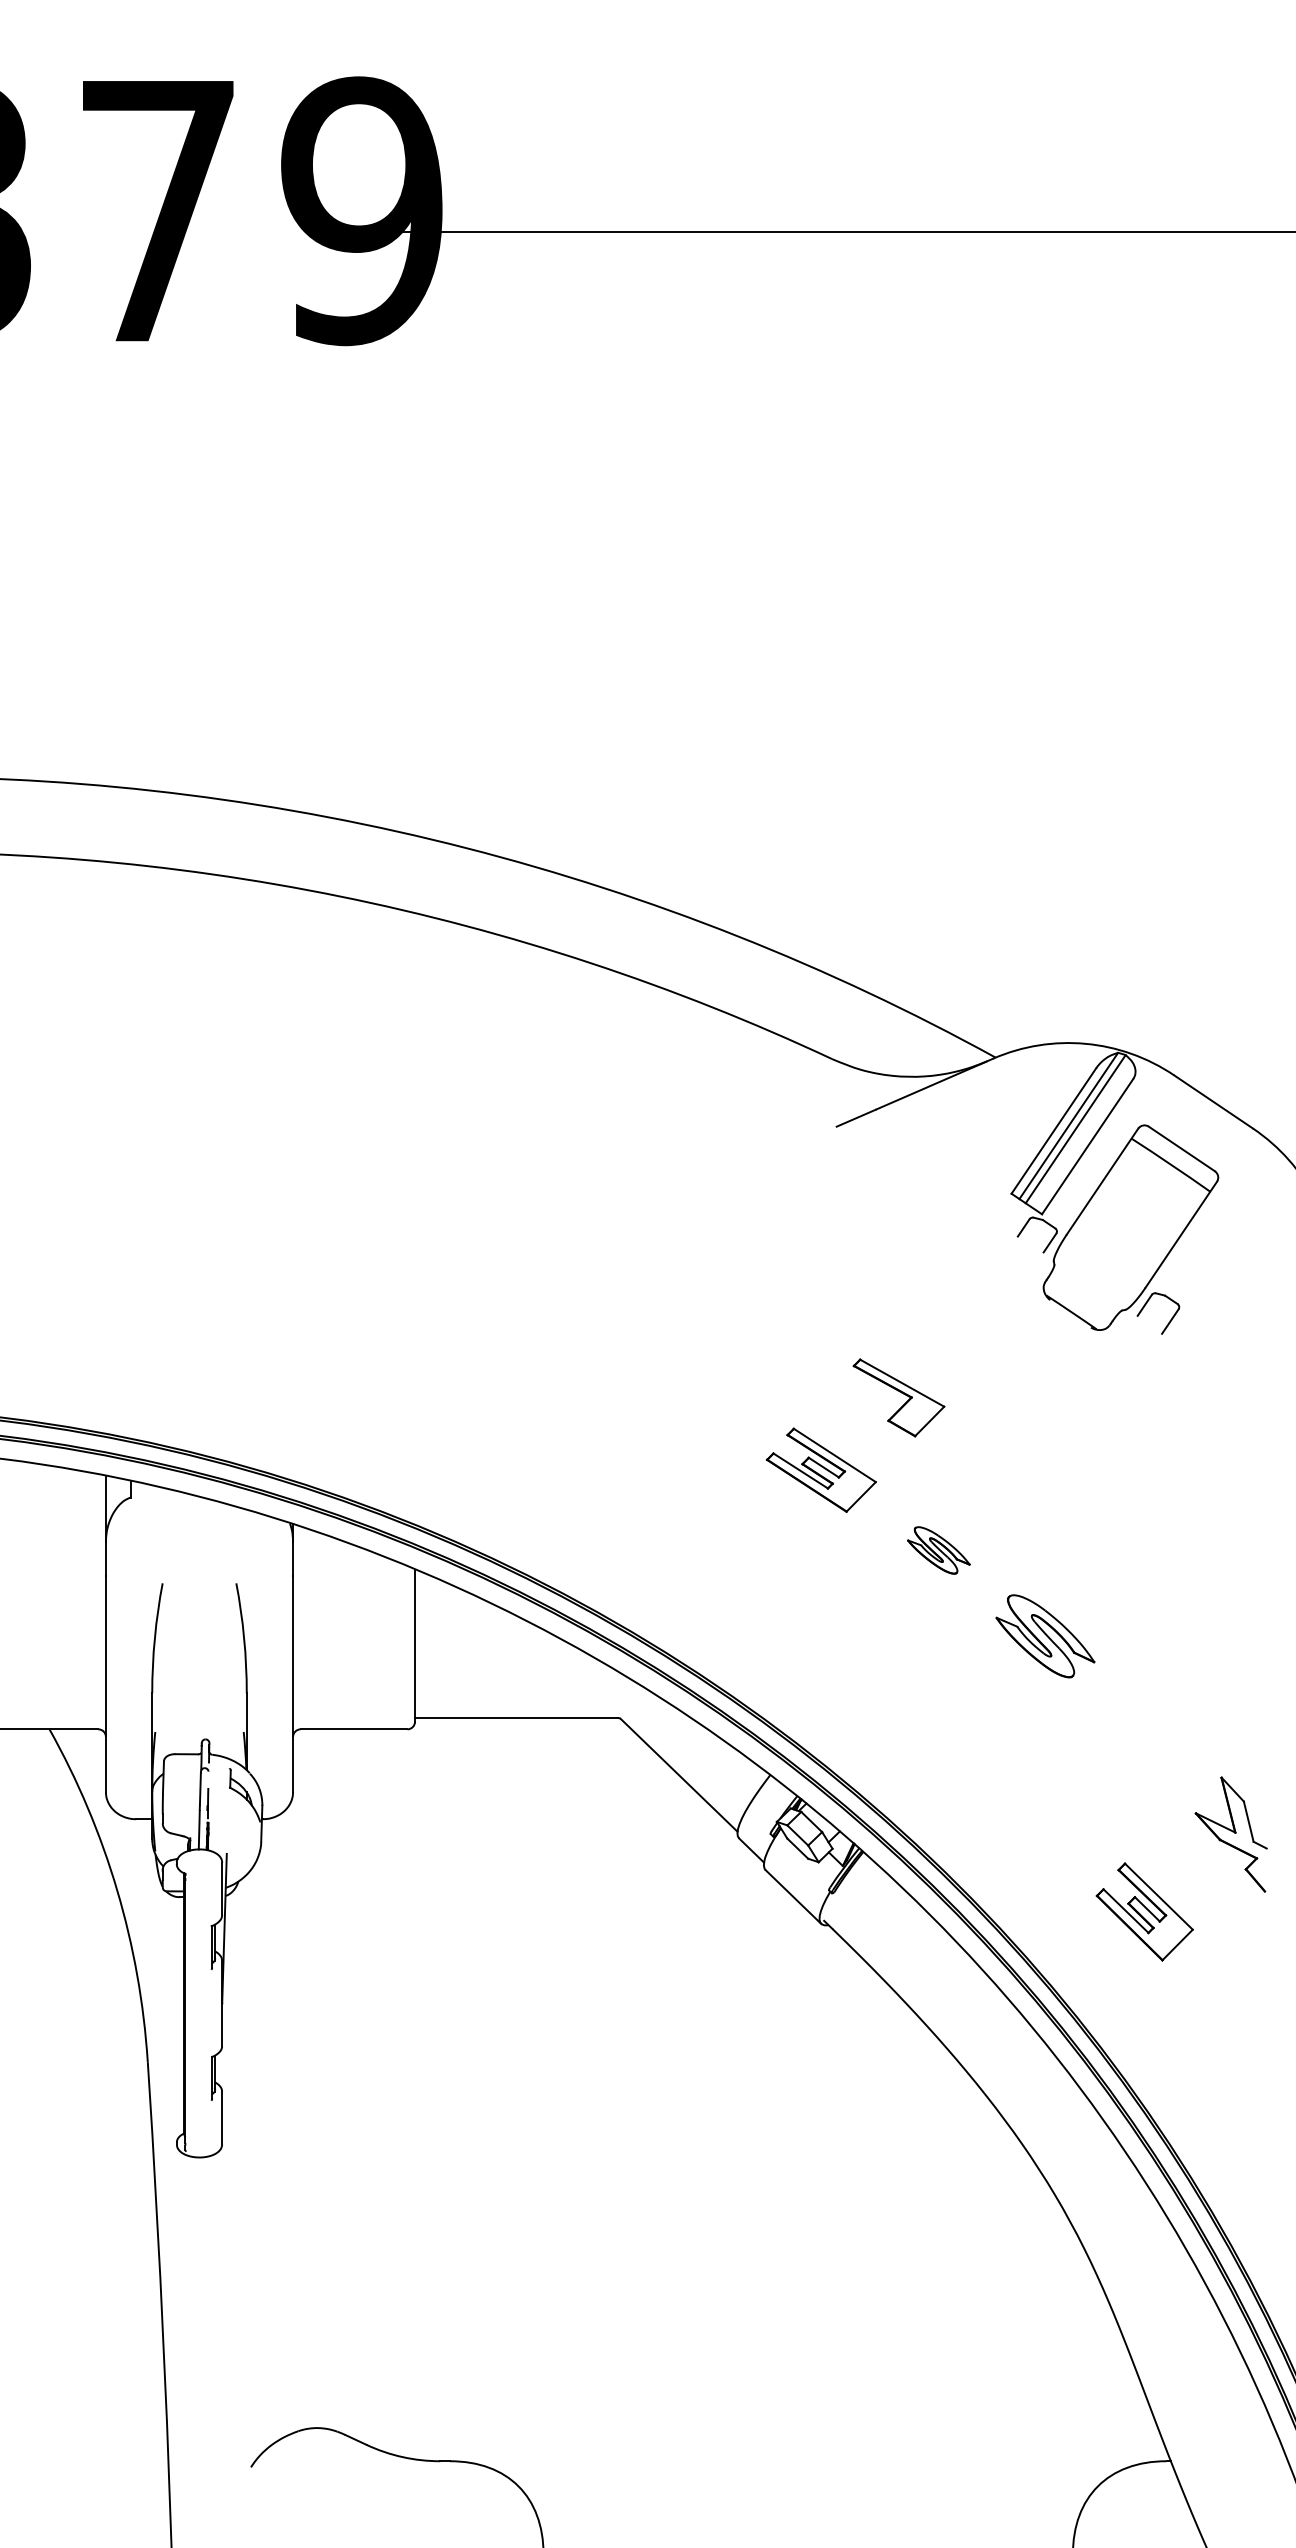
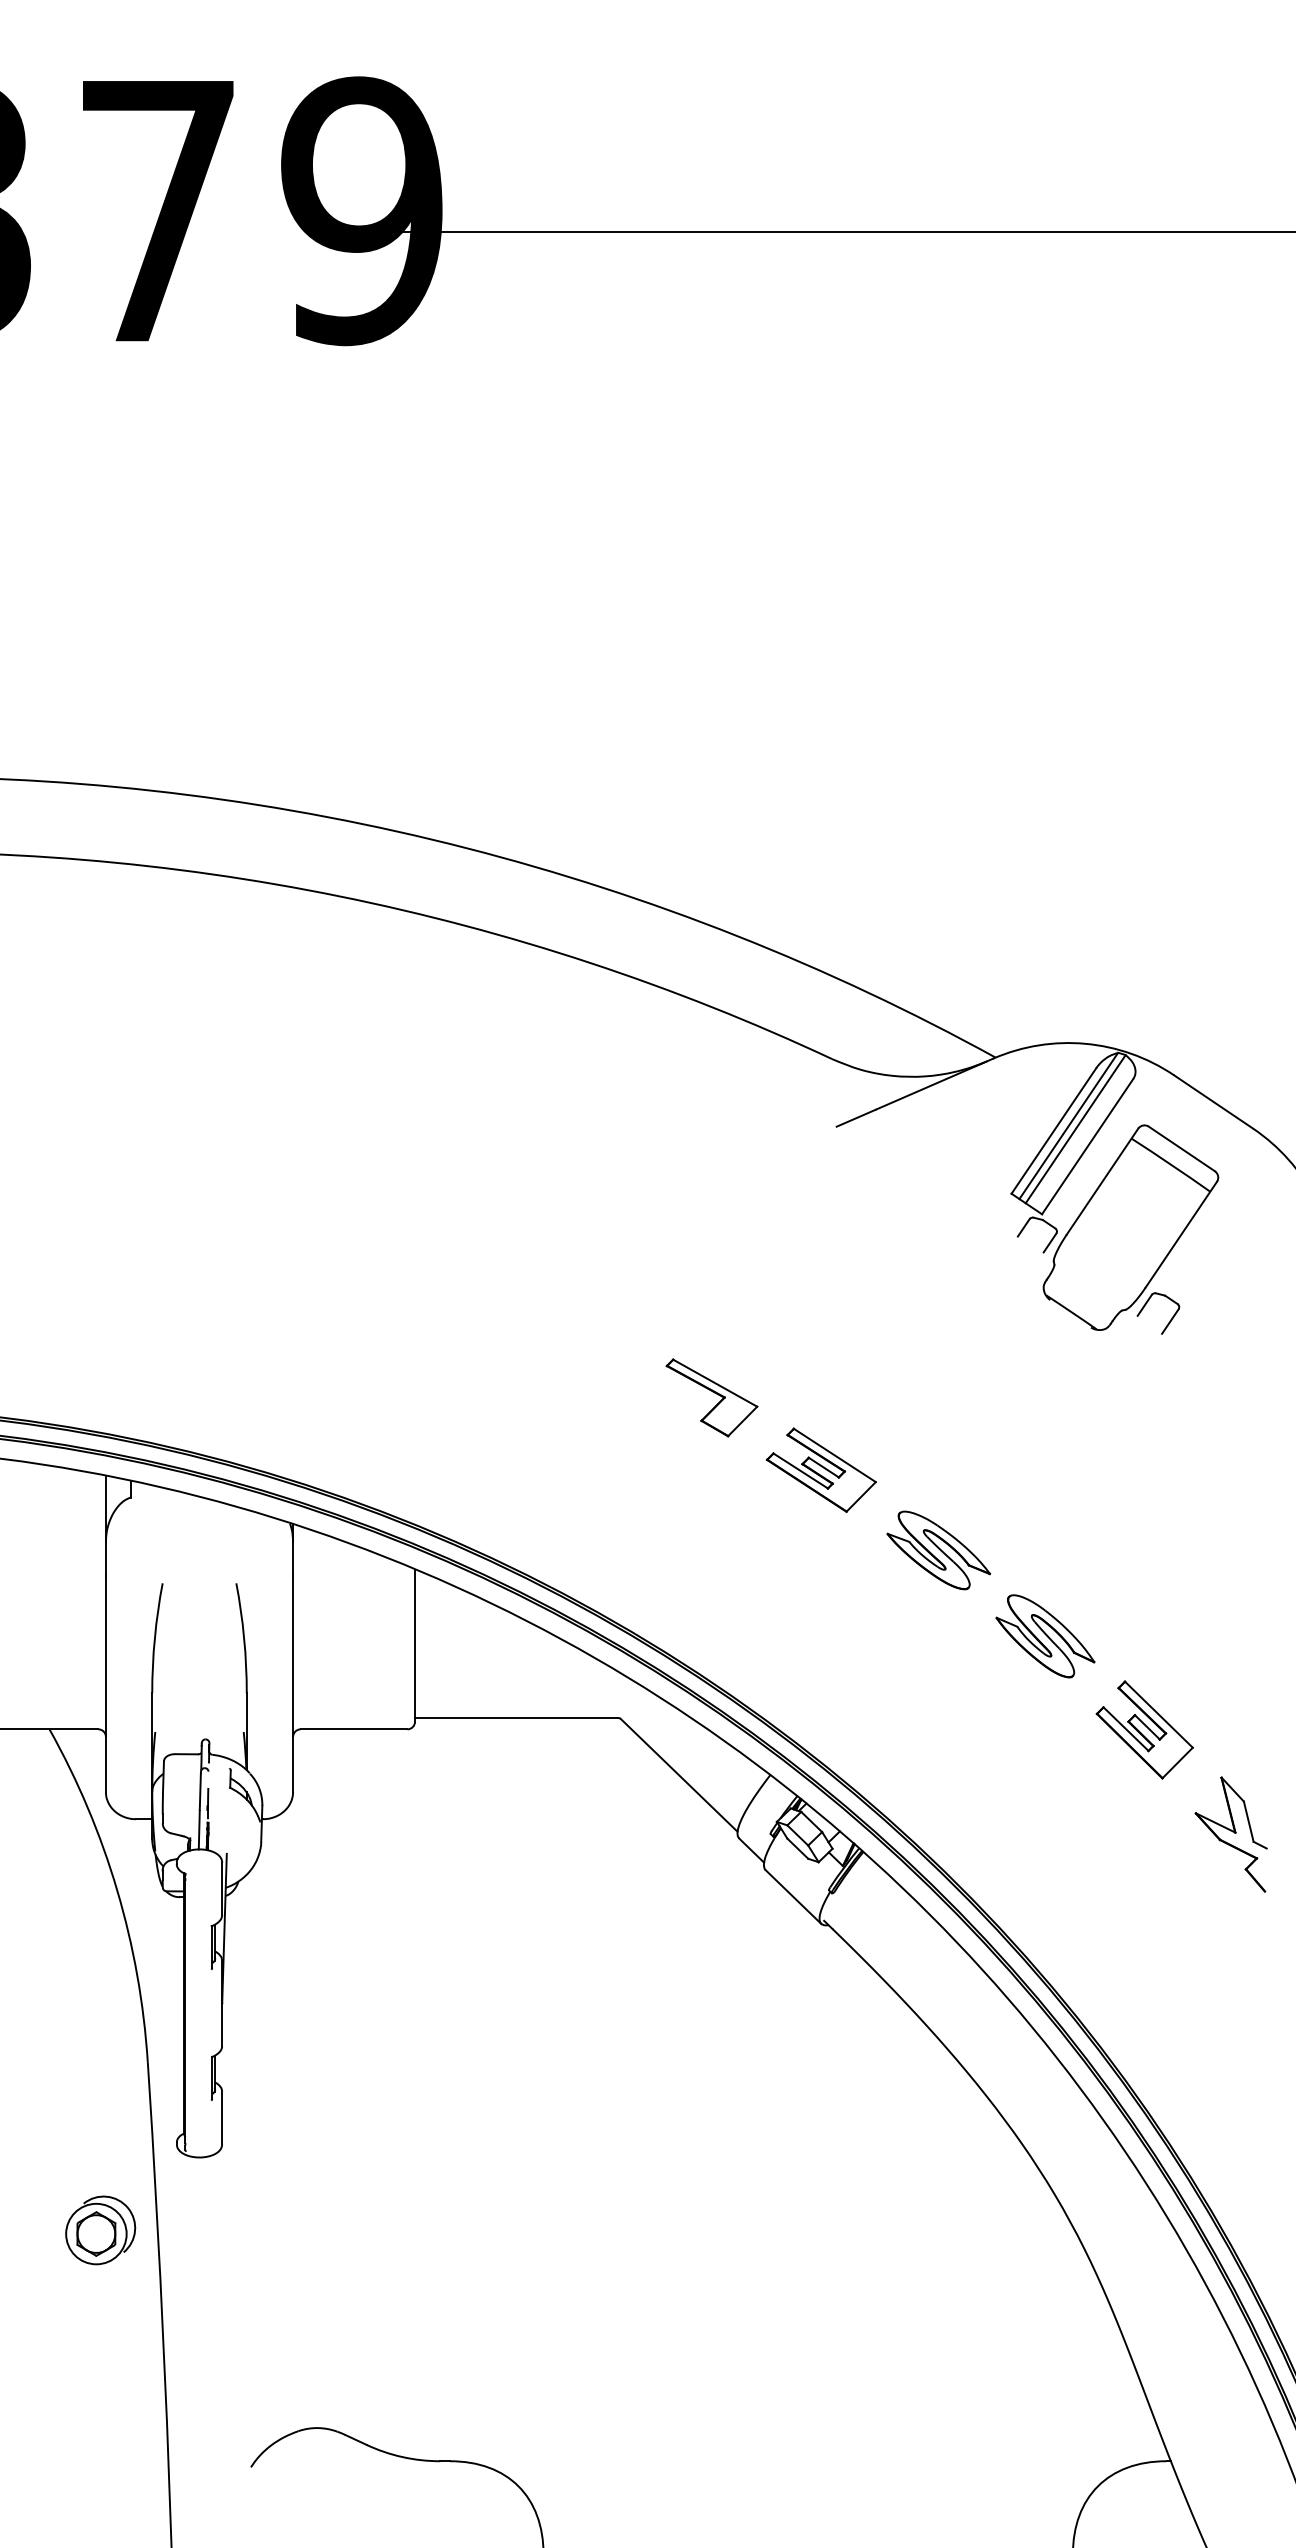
part at (898, 1397) position: (898, 1397) -> (711, 1397)
part at (938, 1550) size: 64x49 px -> 106x81 px
part at (1144, 1911) position: (1144, 1911) -> (1144, 1729)
part at (100, 2230): none -> present
